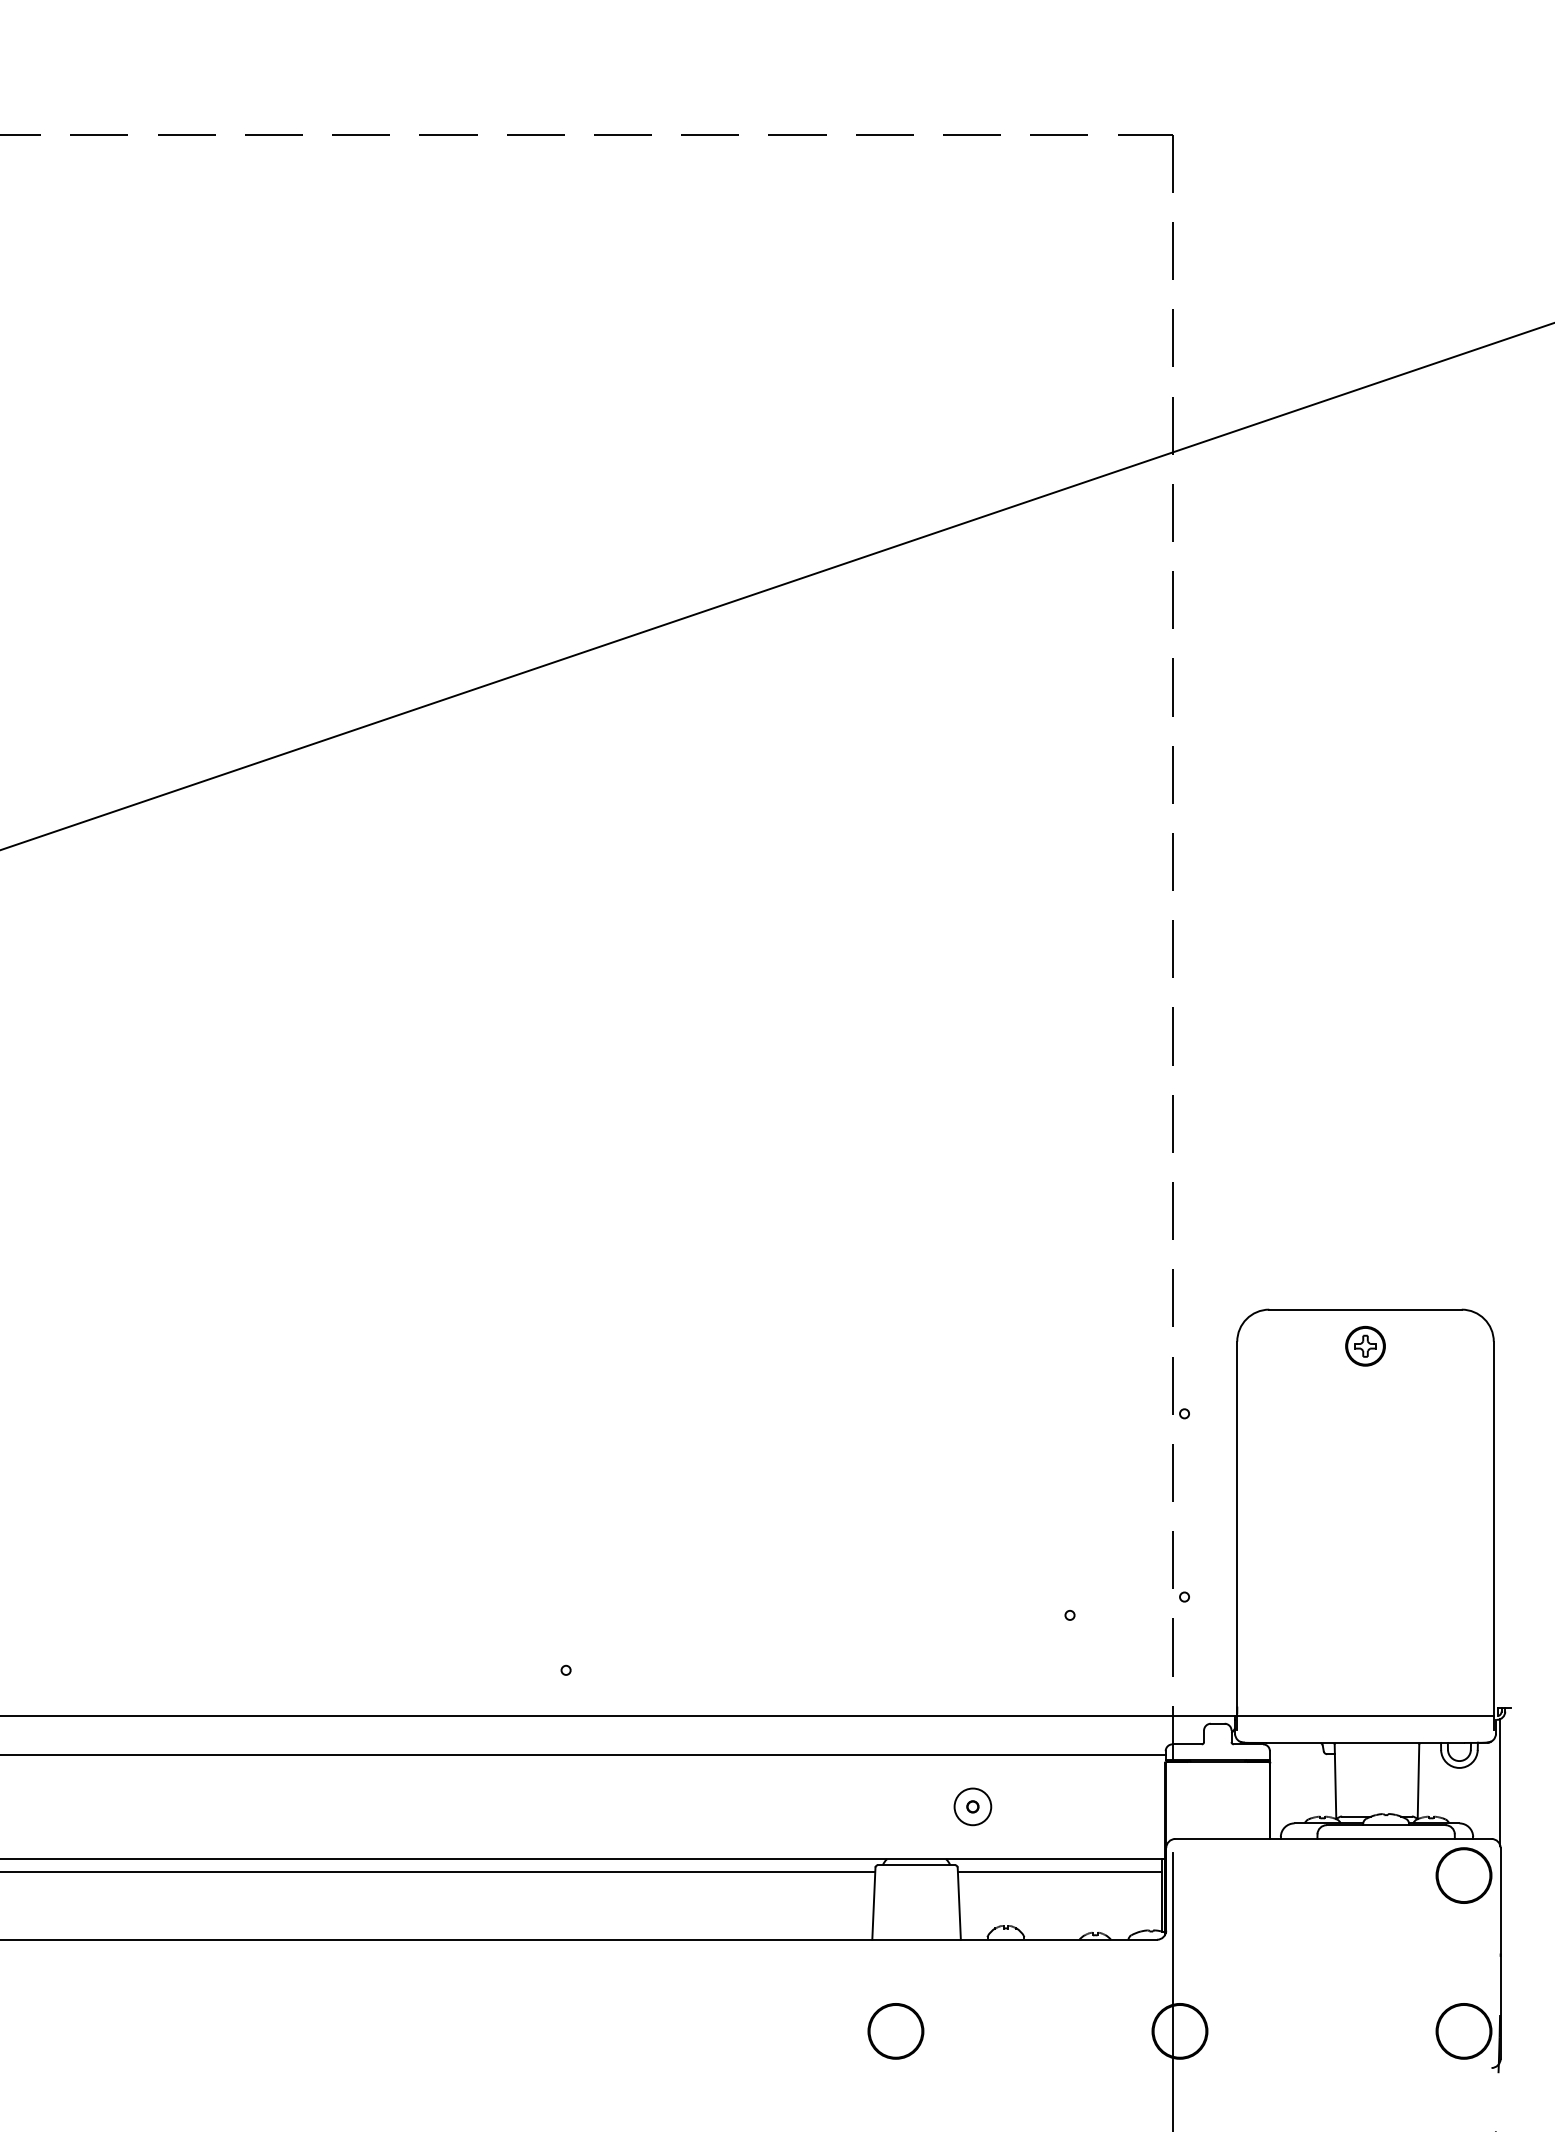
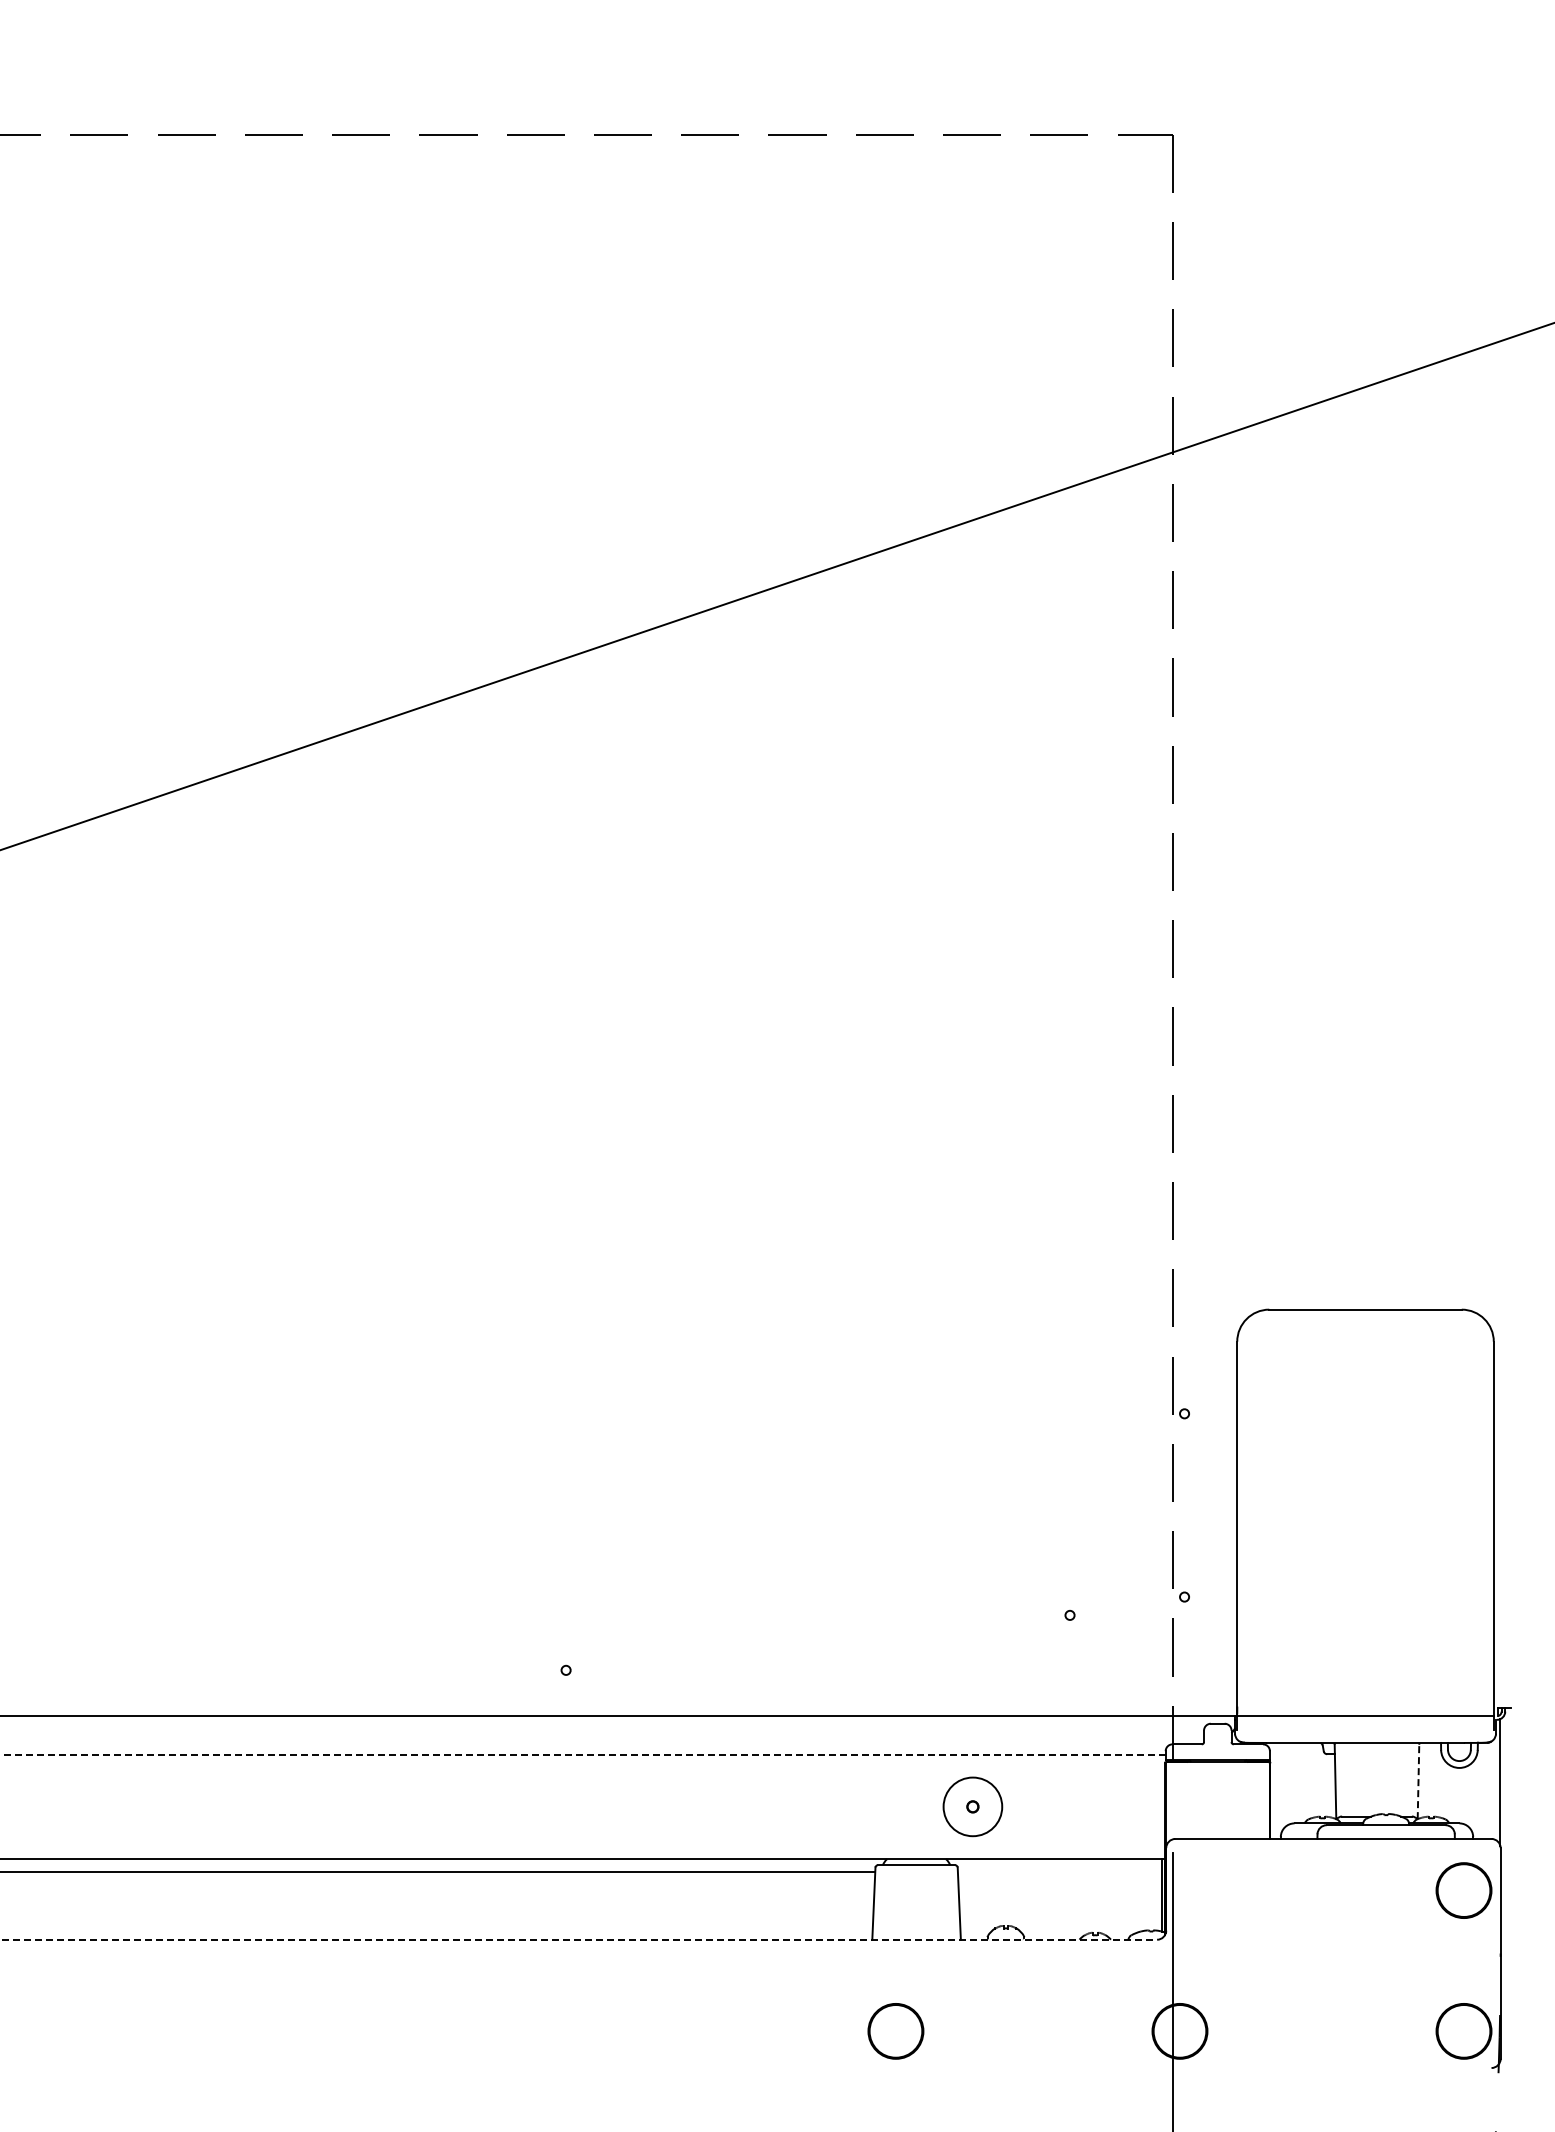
part at (1365, 1346): present -> none
line at (582, 1754): solid -> dashed
line at (1418, 1781): solid -> dashed
circle at (972, 1806) diameter: 37 px -> 59 px
line at (1059, 1871): present -> none
part at (1463, 1875) position: (1463, 1875) -> (1463, 1890)
line at (579, 1939): solid -> dashed
